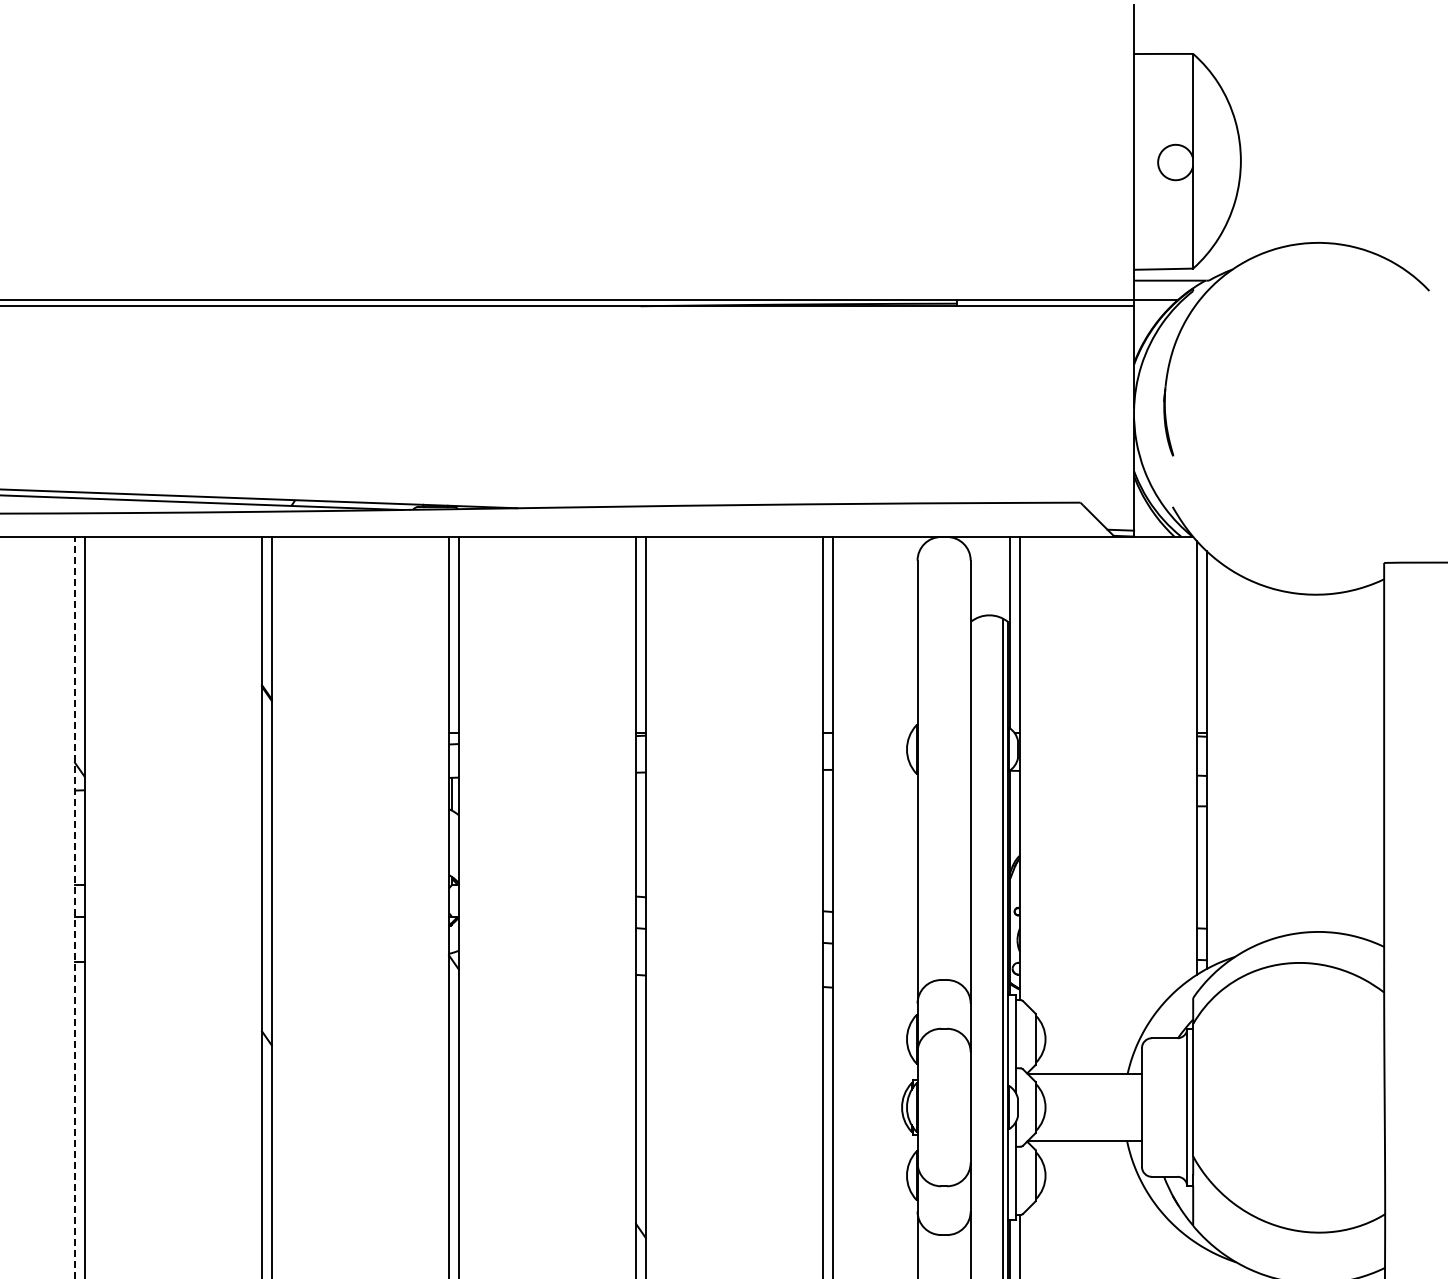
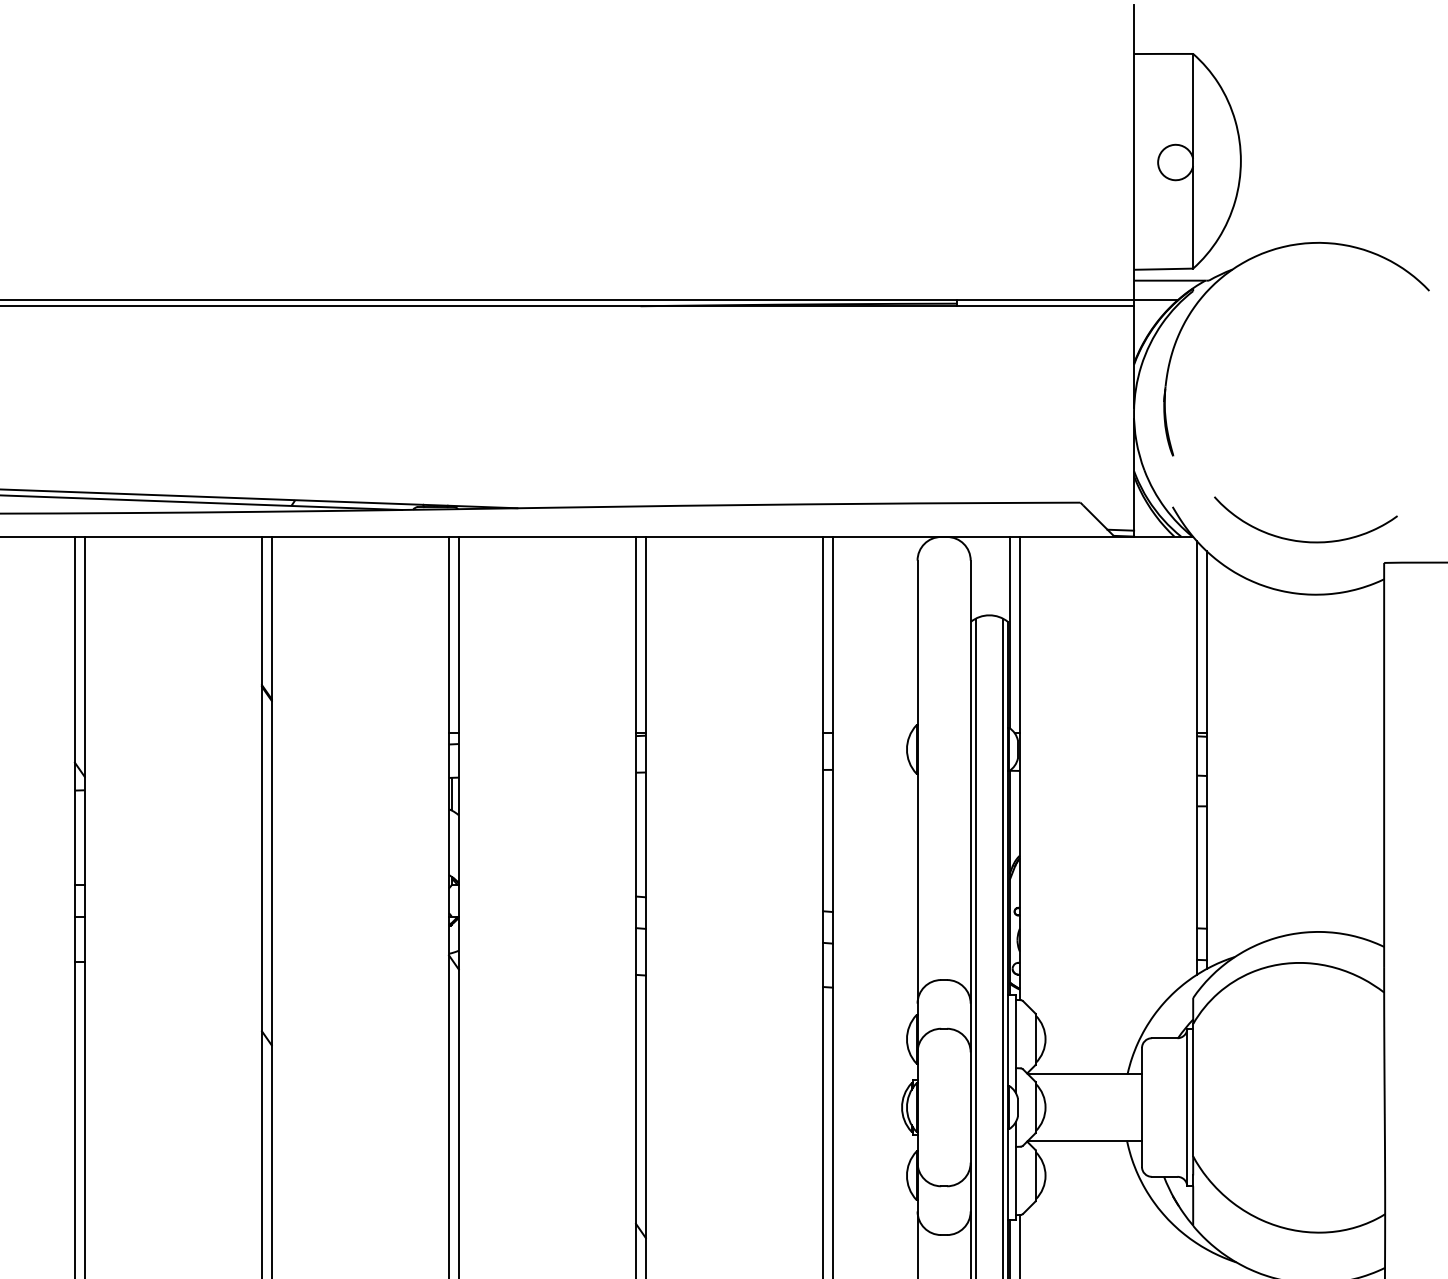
part at (1303, 540): none -> present
line at (74, 907): dashed -> solid
line at (975, 946): none -> present
